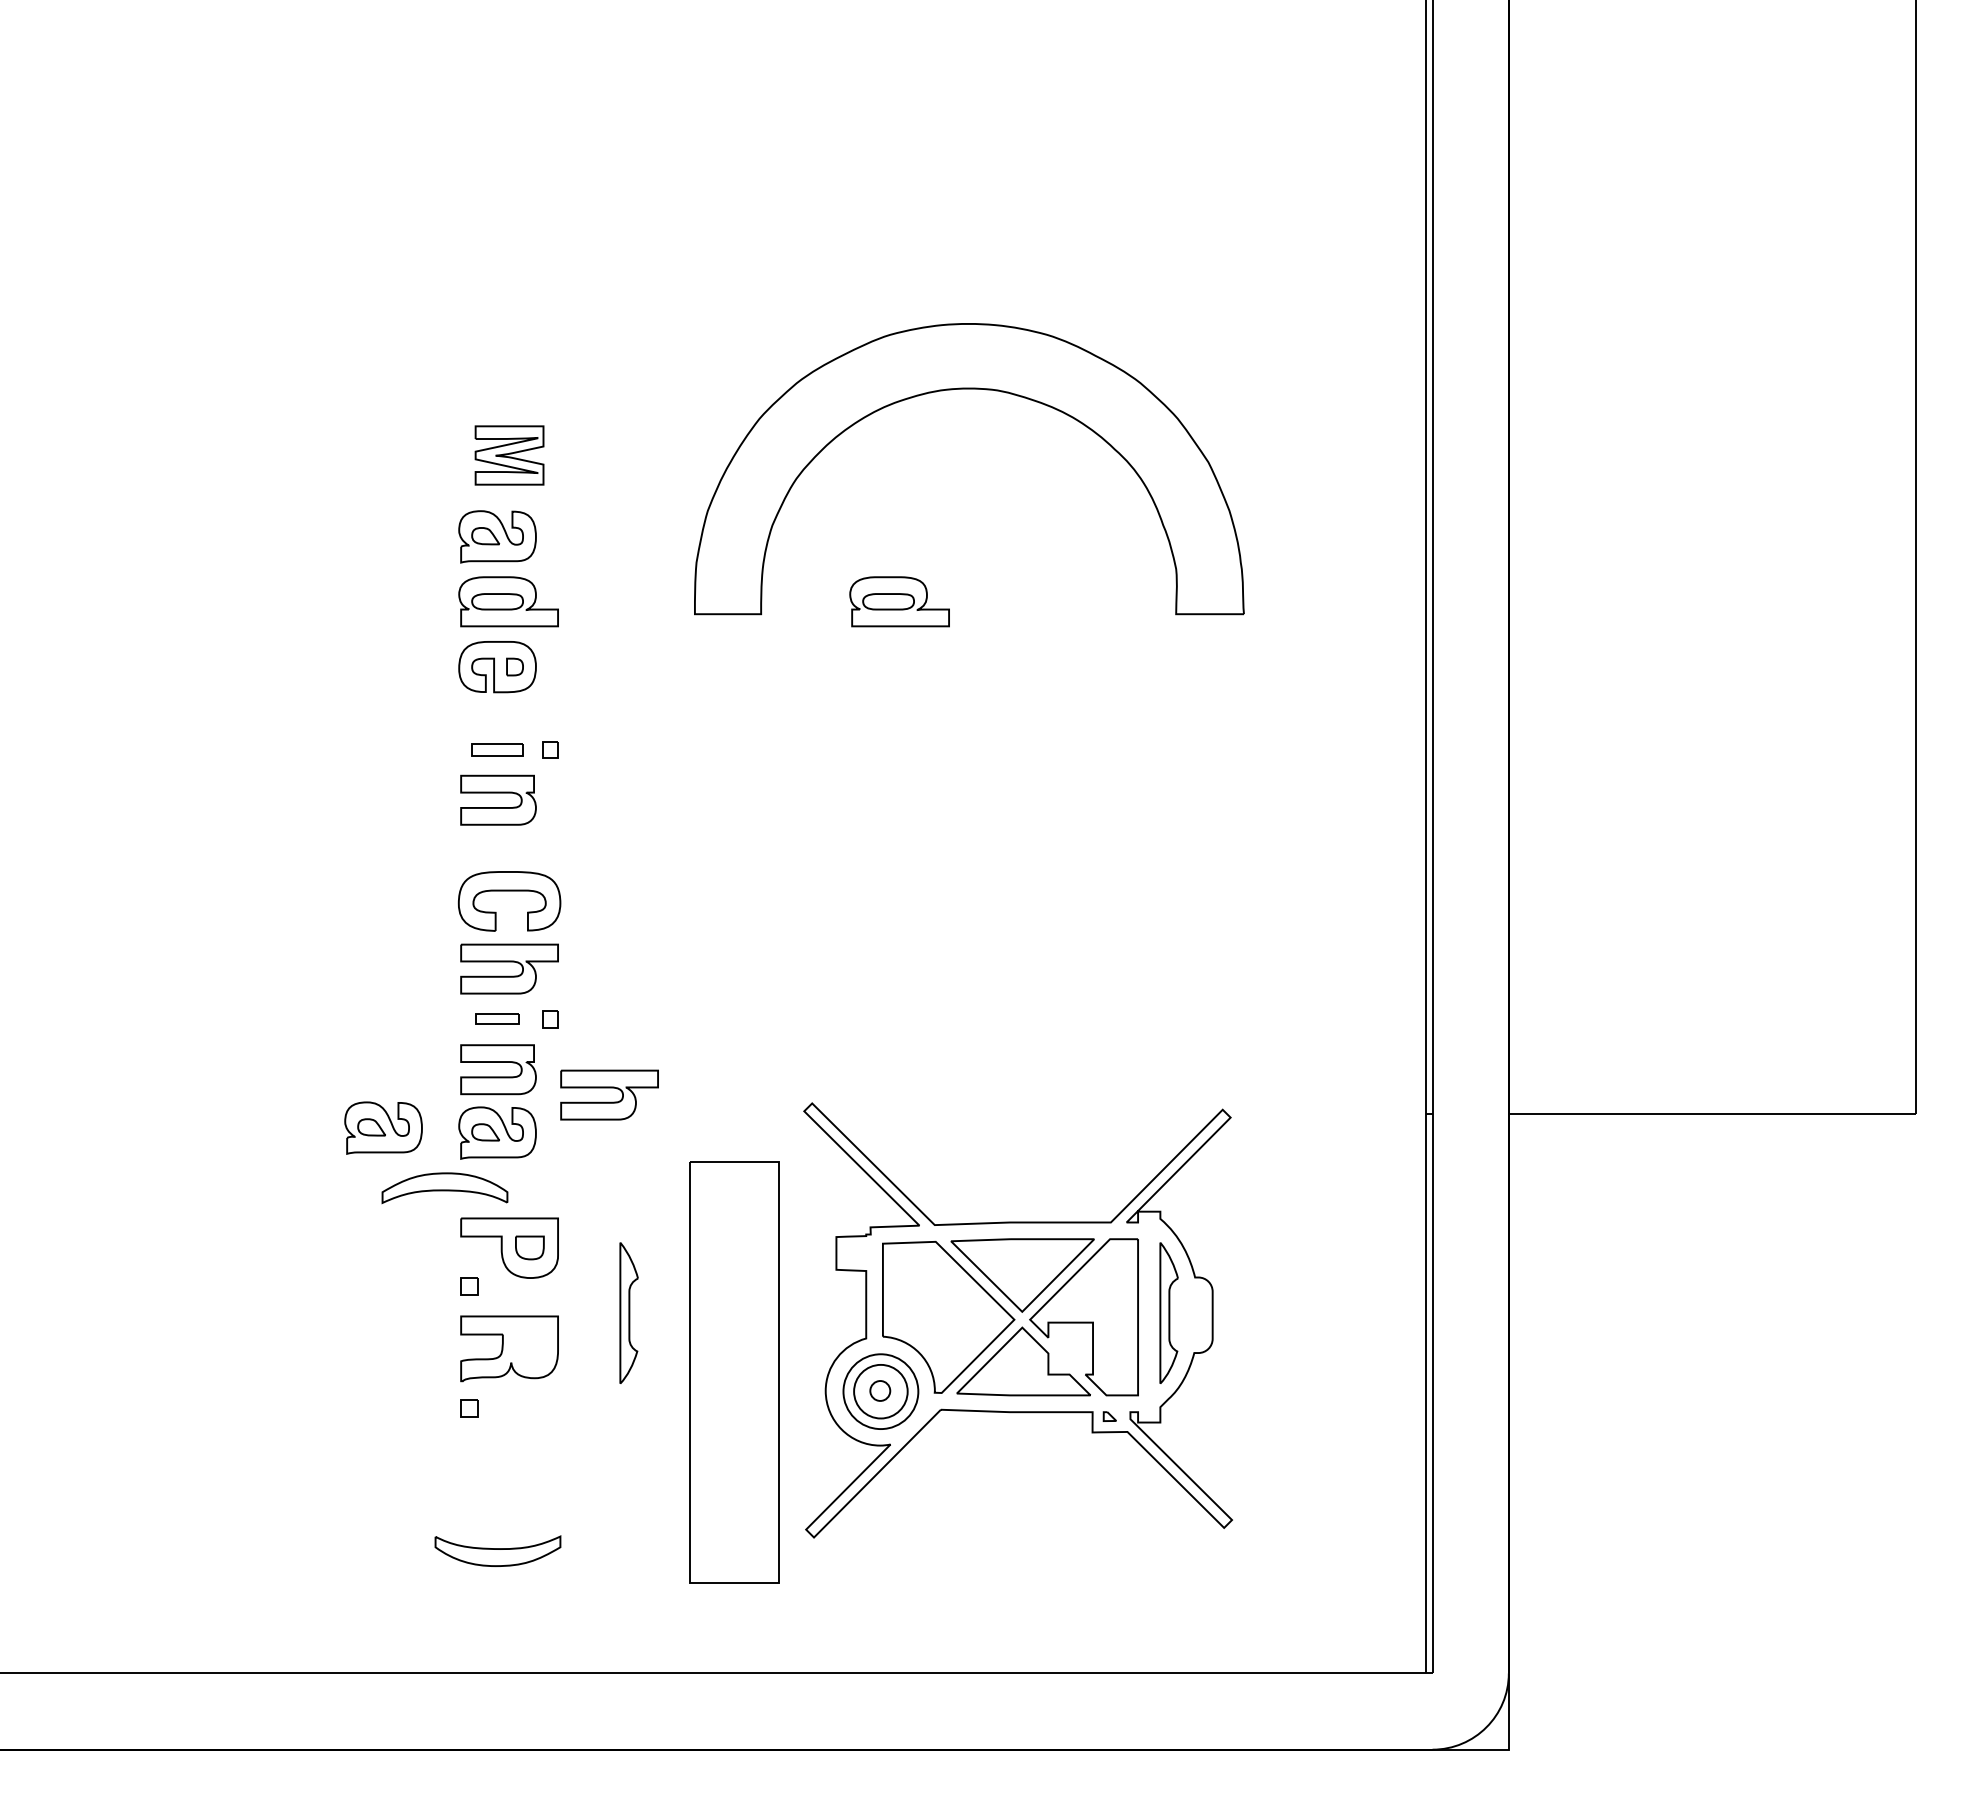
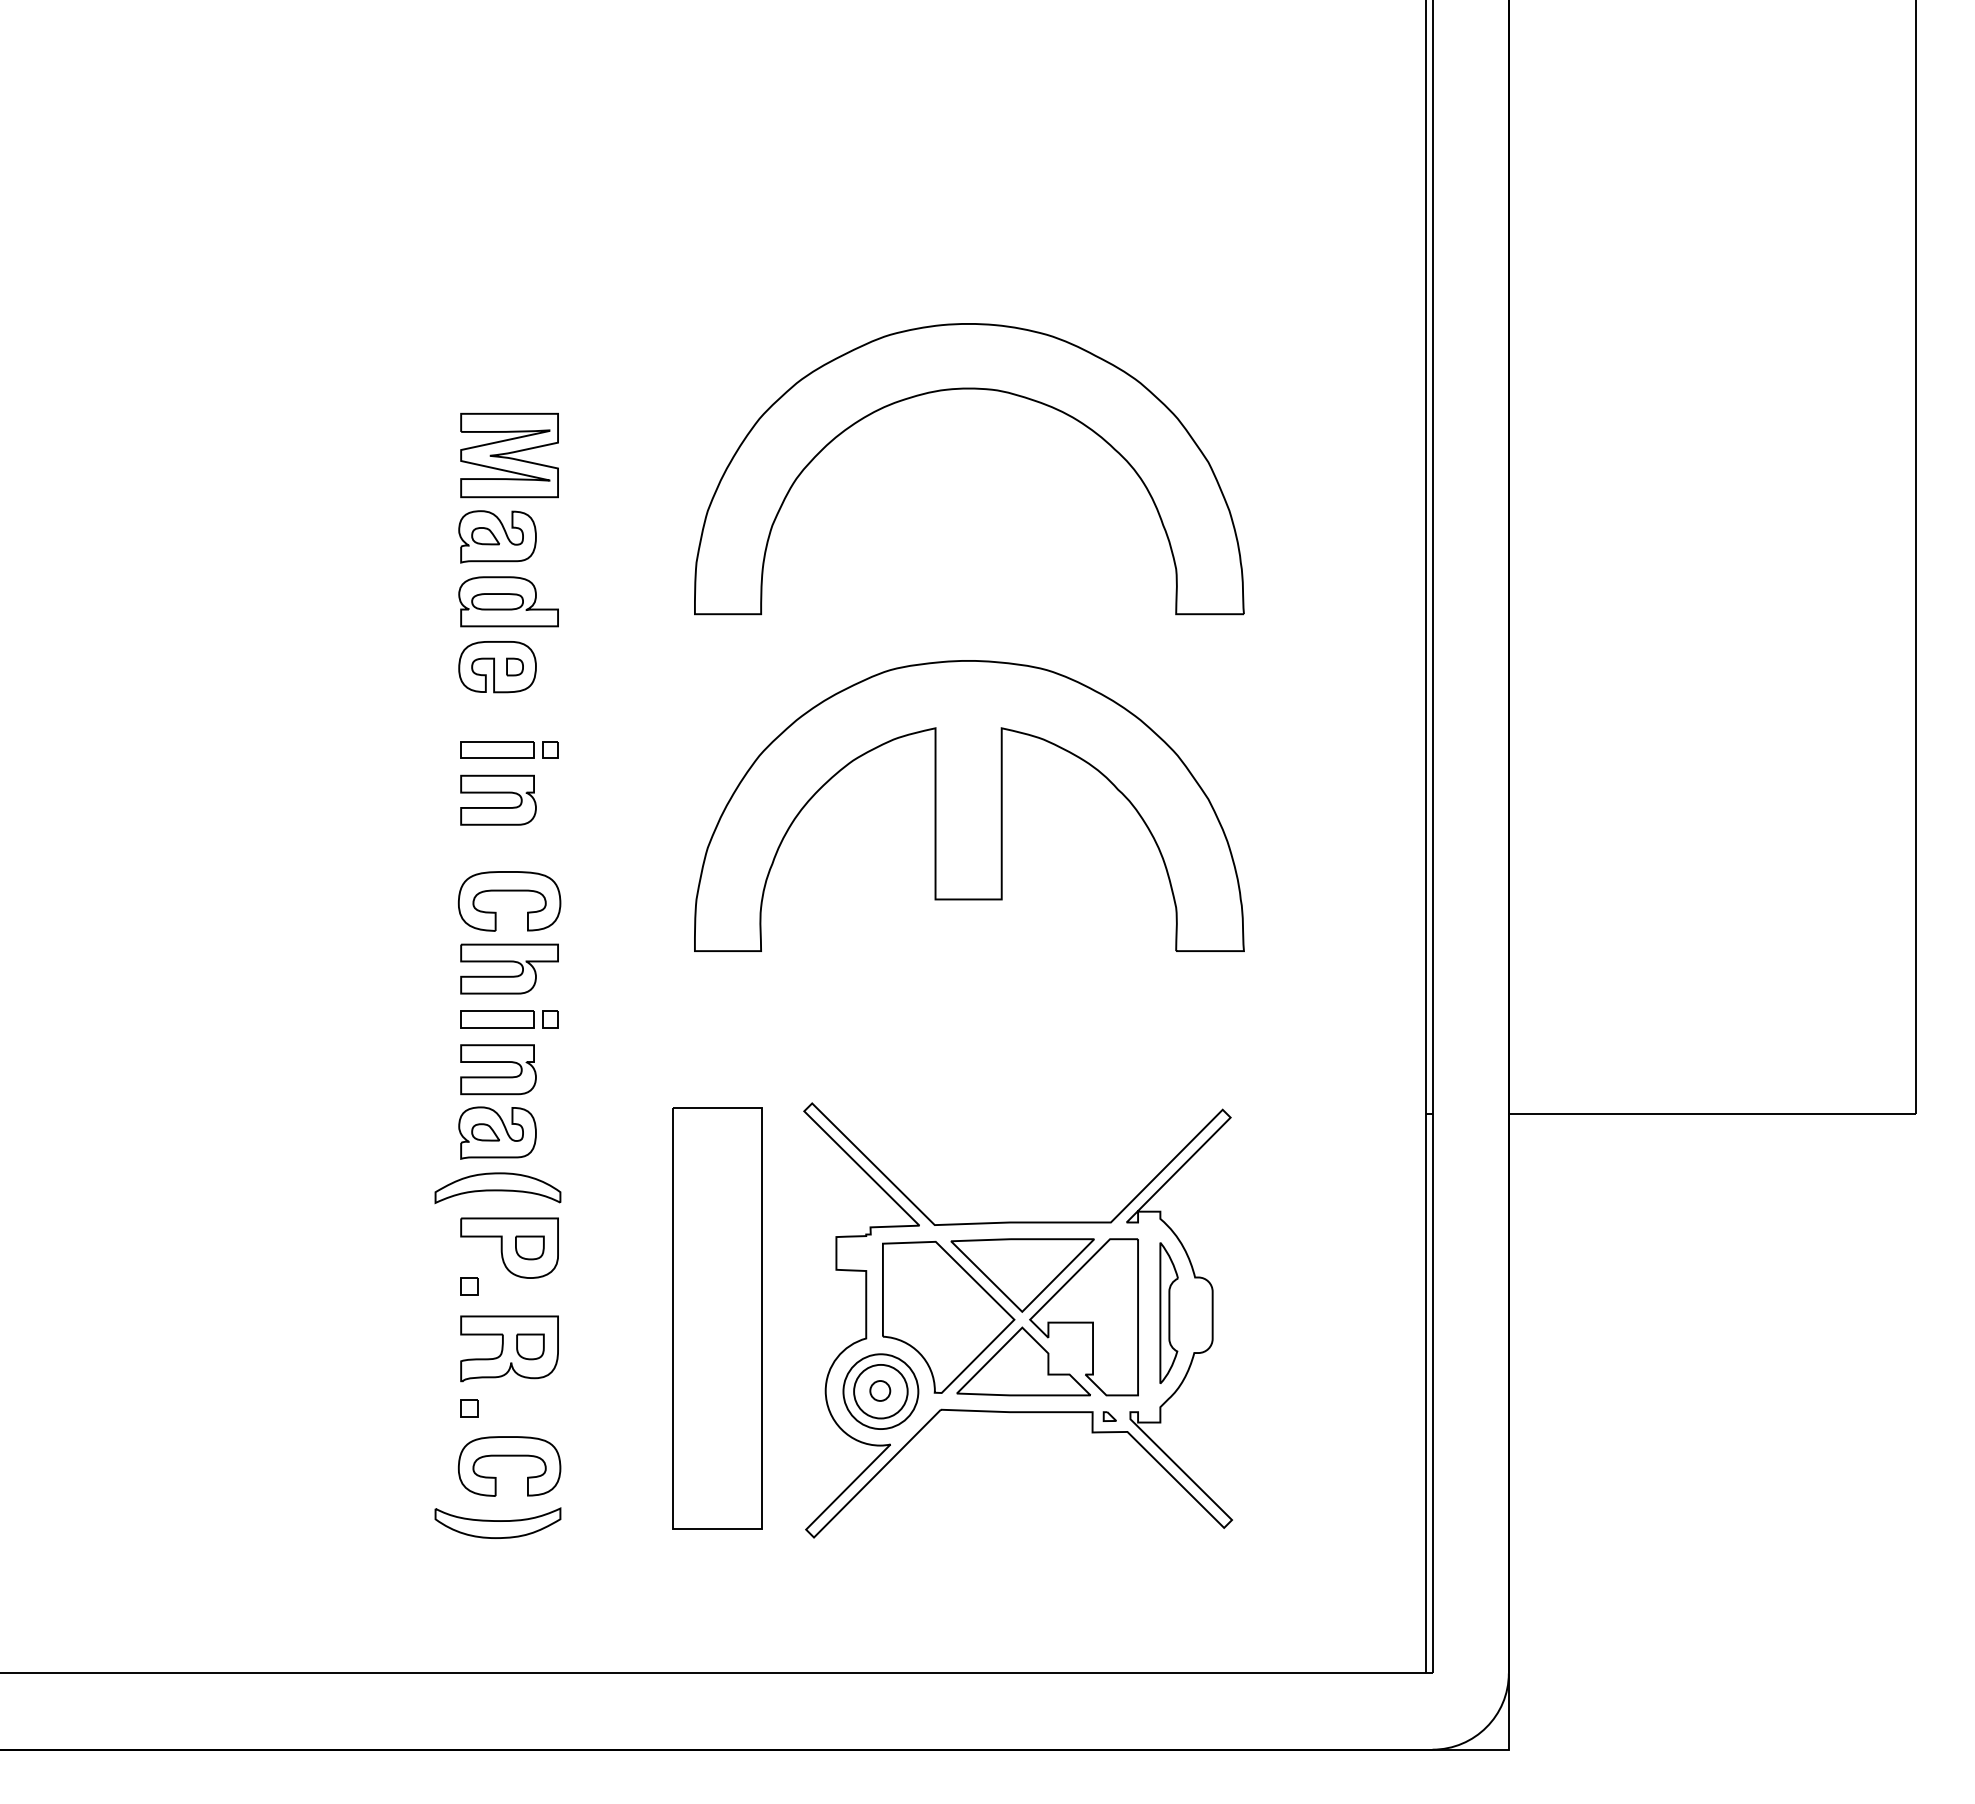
part at (509, 455) size: 71x61 px -> 99x87 px
part at (899, 601): present -> none
part at (497, 749) size: 53x14 px -> 75x18 px
part at (969, 805): none -> present
part at (497, 1018) size: 45x12 px -> 75x19 px
part at (609, 1094): present -> none
part at (383, 1127): present -> none
part at (444, 1188) position: (444, 1188) -> (497, 1188)
part at (628, 1312): present -> none
part at (530, 1346): none -> present
part at (734, 1372) position: (734, 1372) -> (717, 1318)
part at (509, 1456): none -> present
part at (497, 1550) position: (497, 1550) -> (497, 1522)
